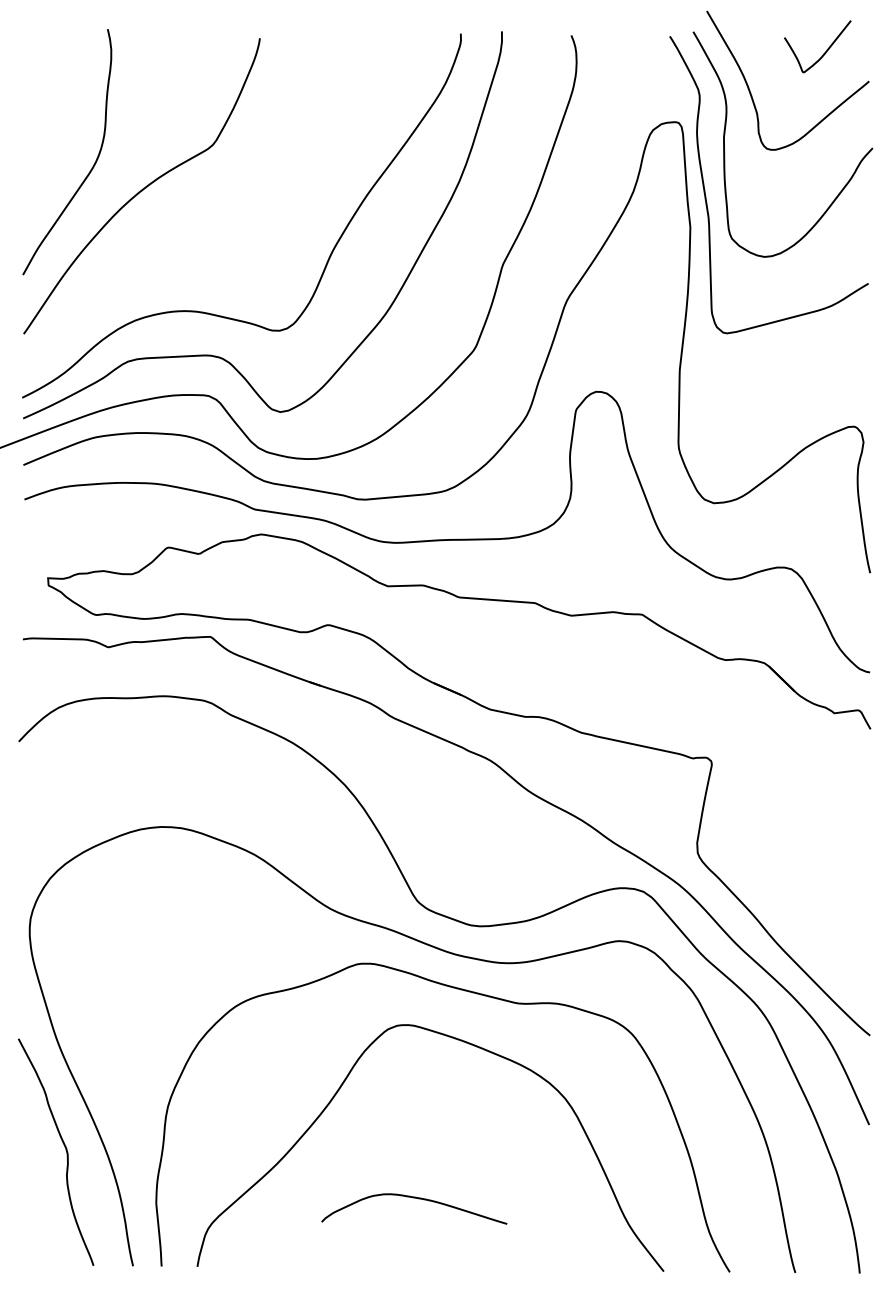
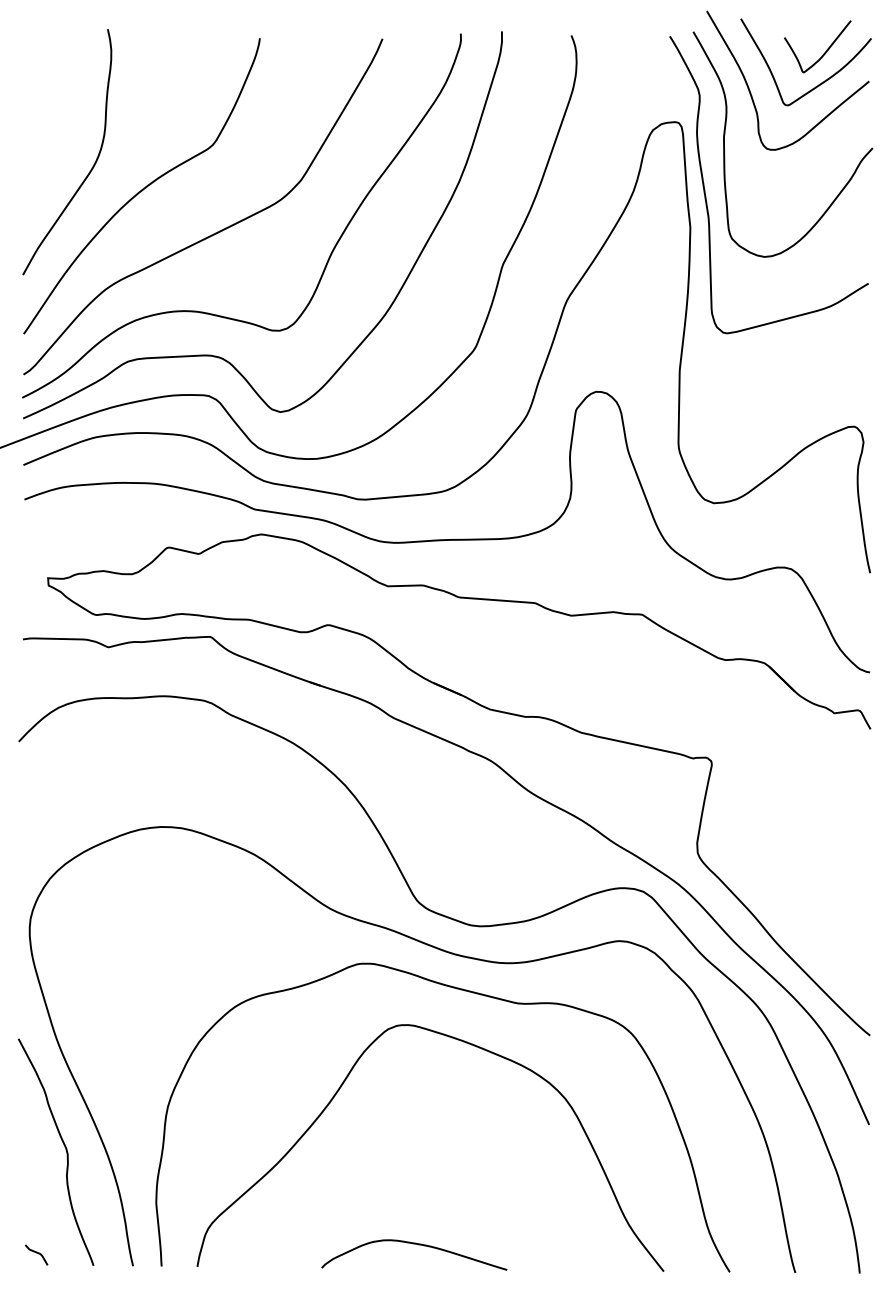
curve at (818, 84): none -> present
curve at (215, 232): none -> present
curve at (418, 1199) position: (418, 1199) -> (418, 1245)
curve at (36, 1253): none -> present
